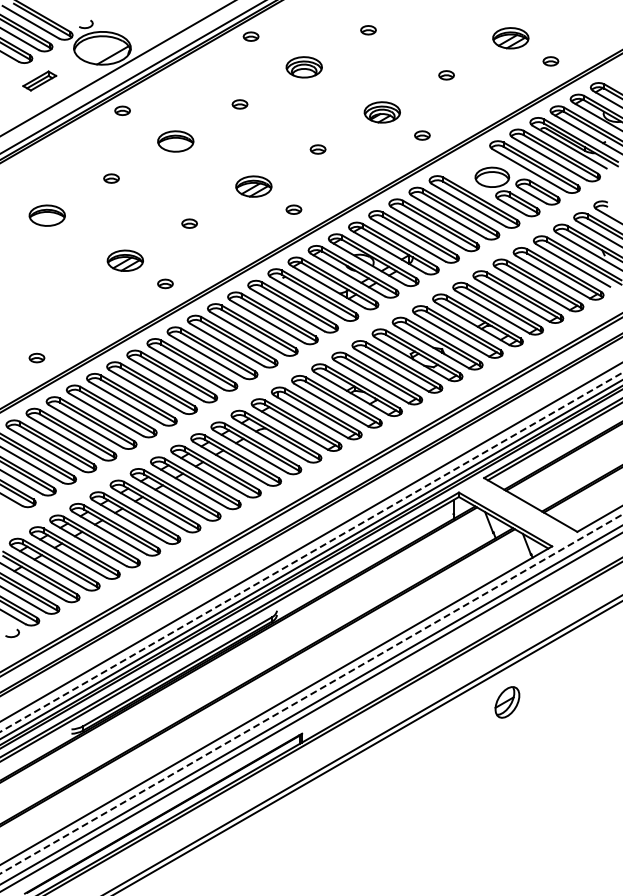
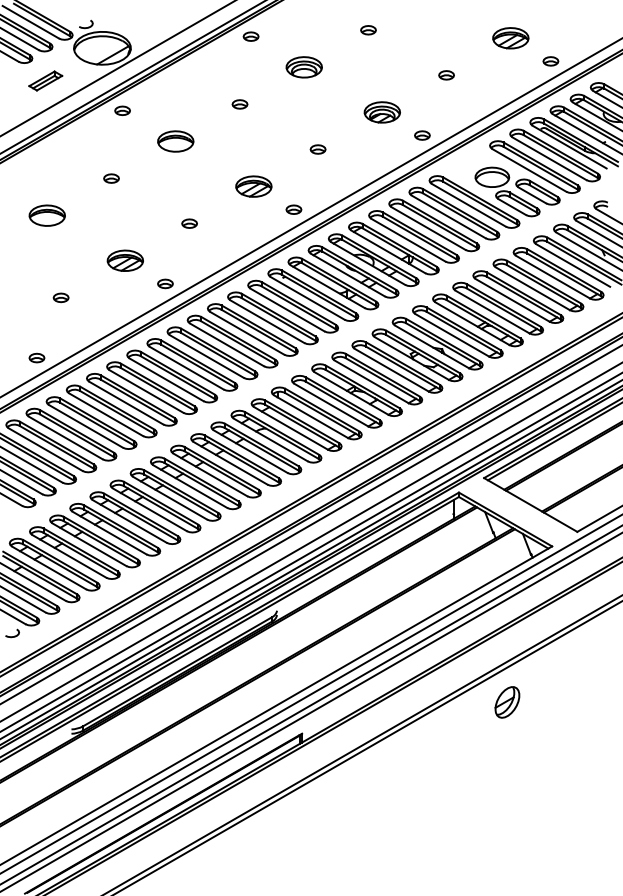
part at (39, 80) position: (39, 80) -> (45, 80)
line at (310, 217): none -> present
part at (60, 297): none -> present
line at (310, 524): none -> present
line at (311, 552): dashed -> solid
line at (311, 694): dashed -> solid
